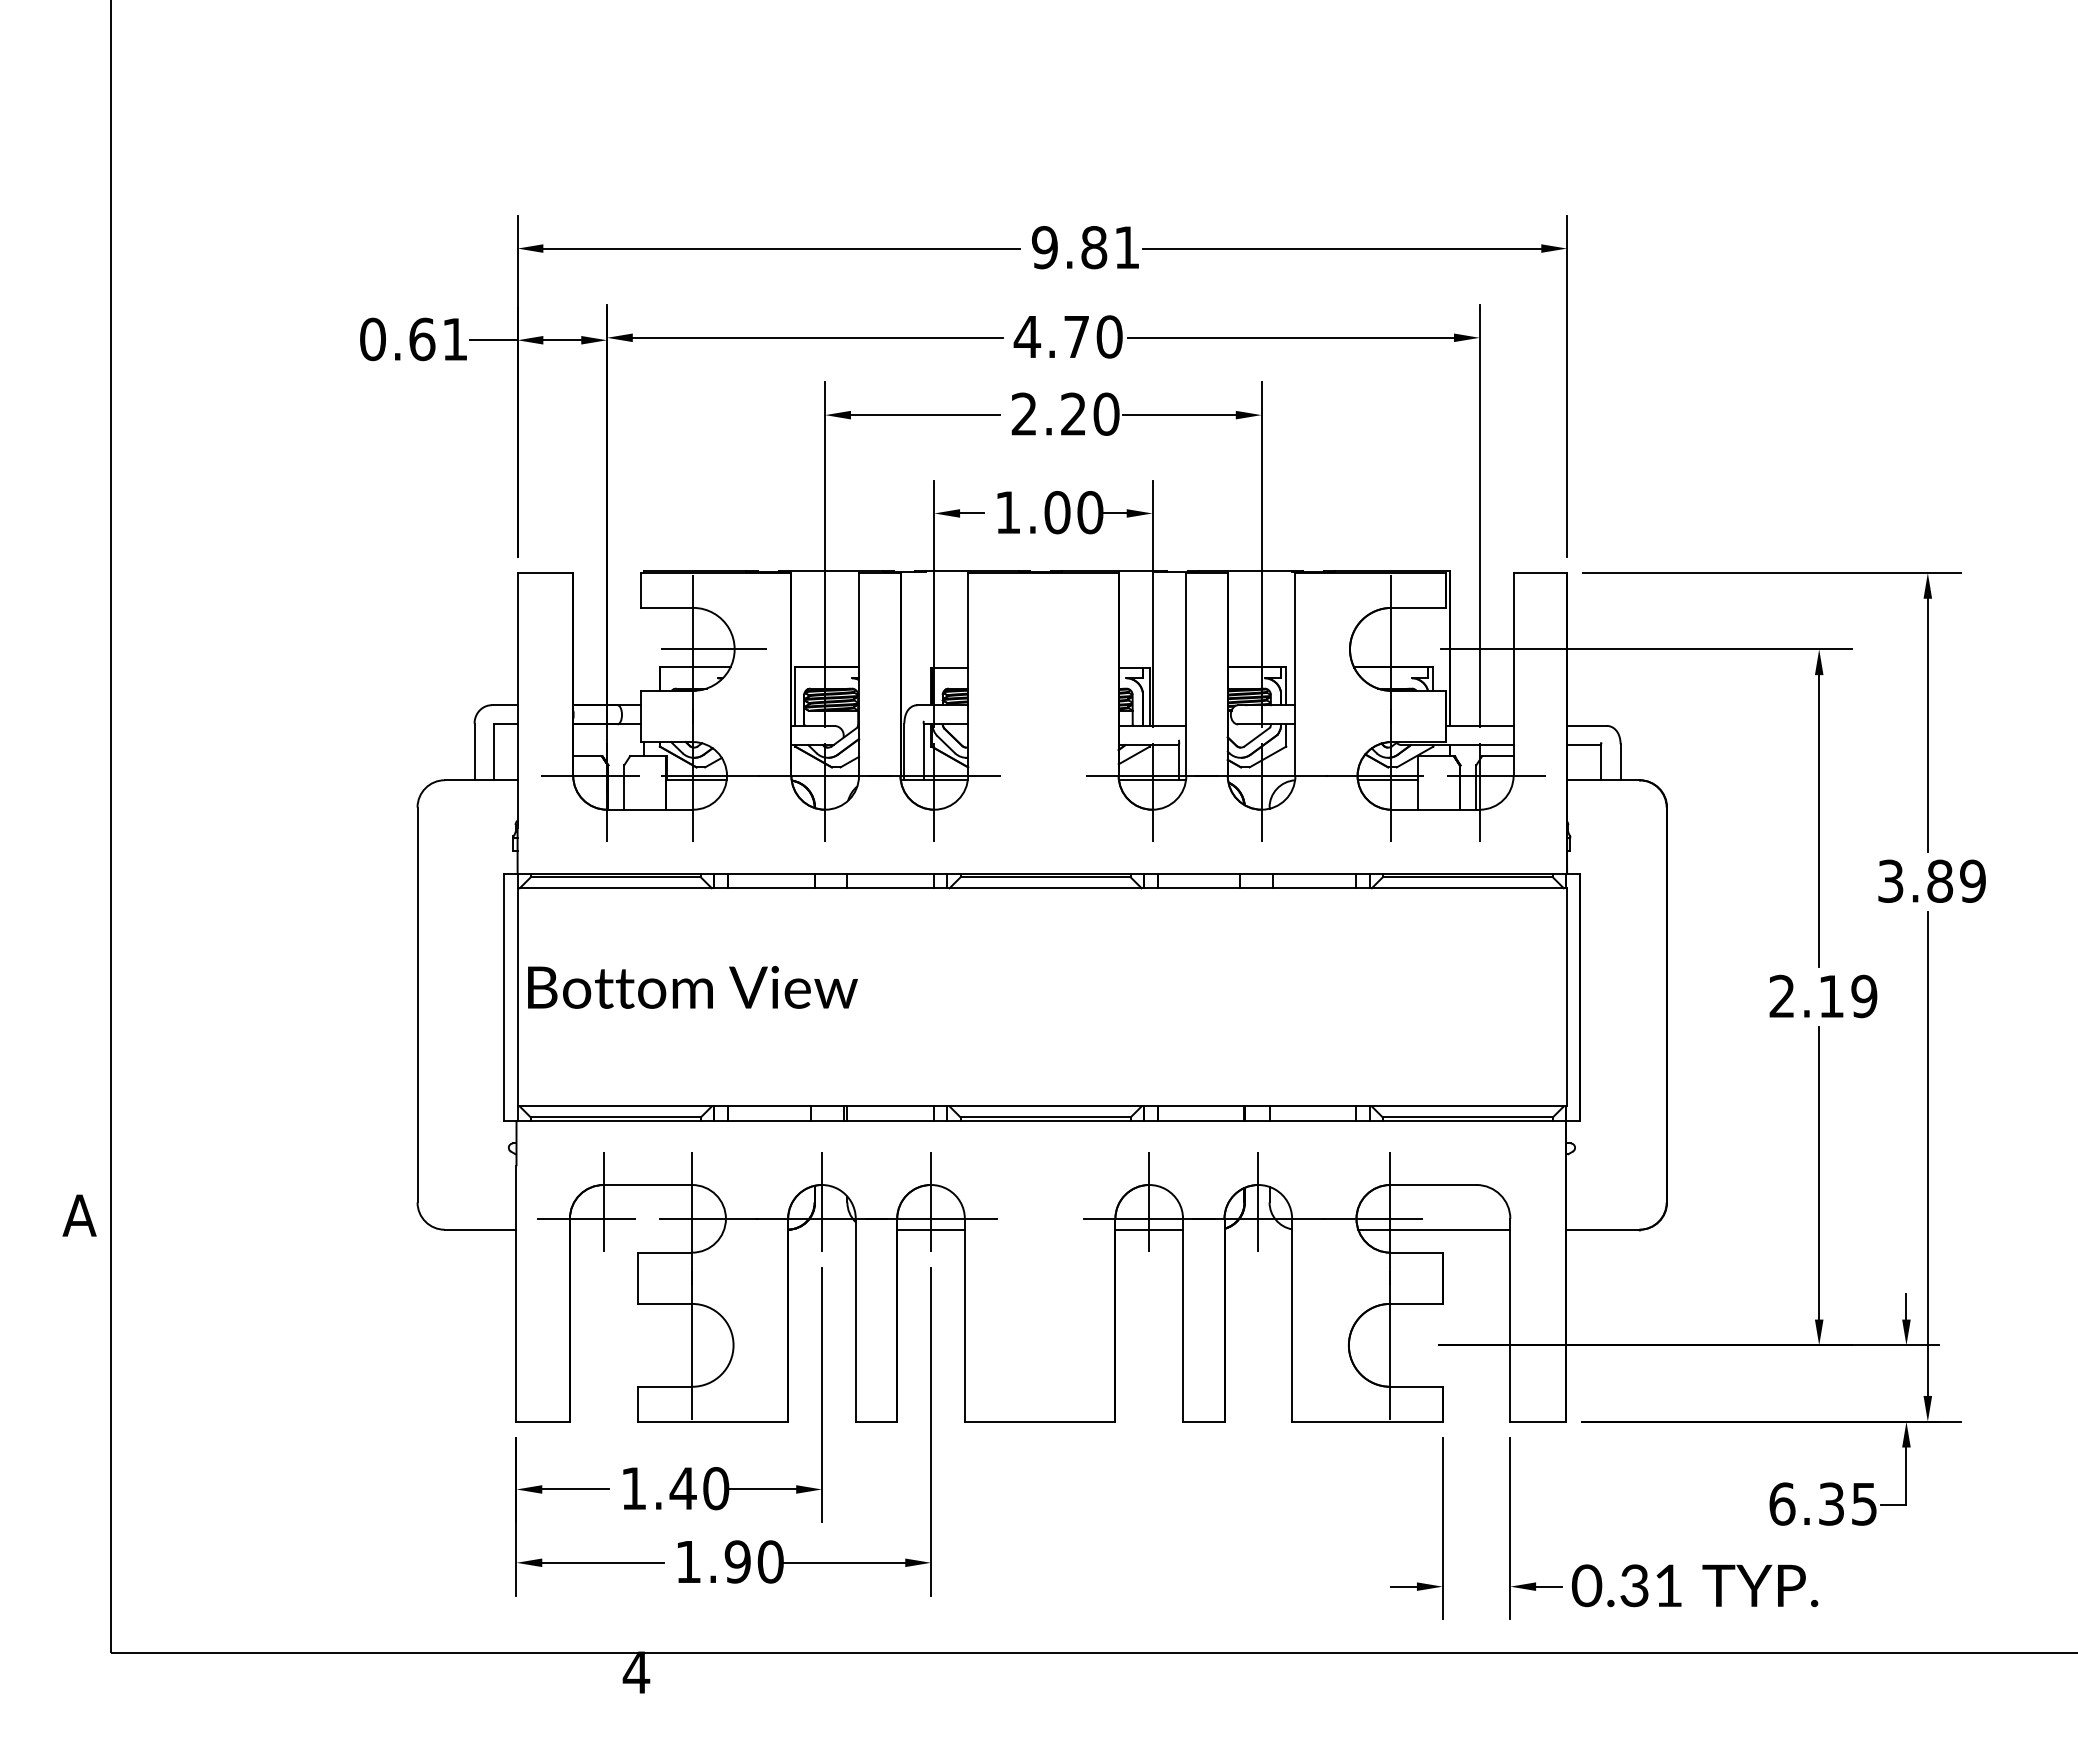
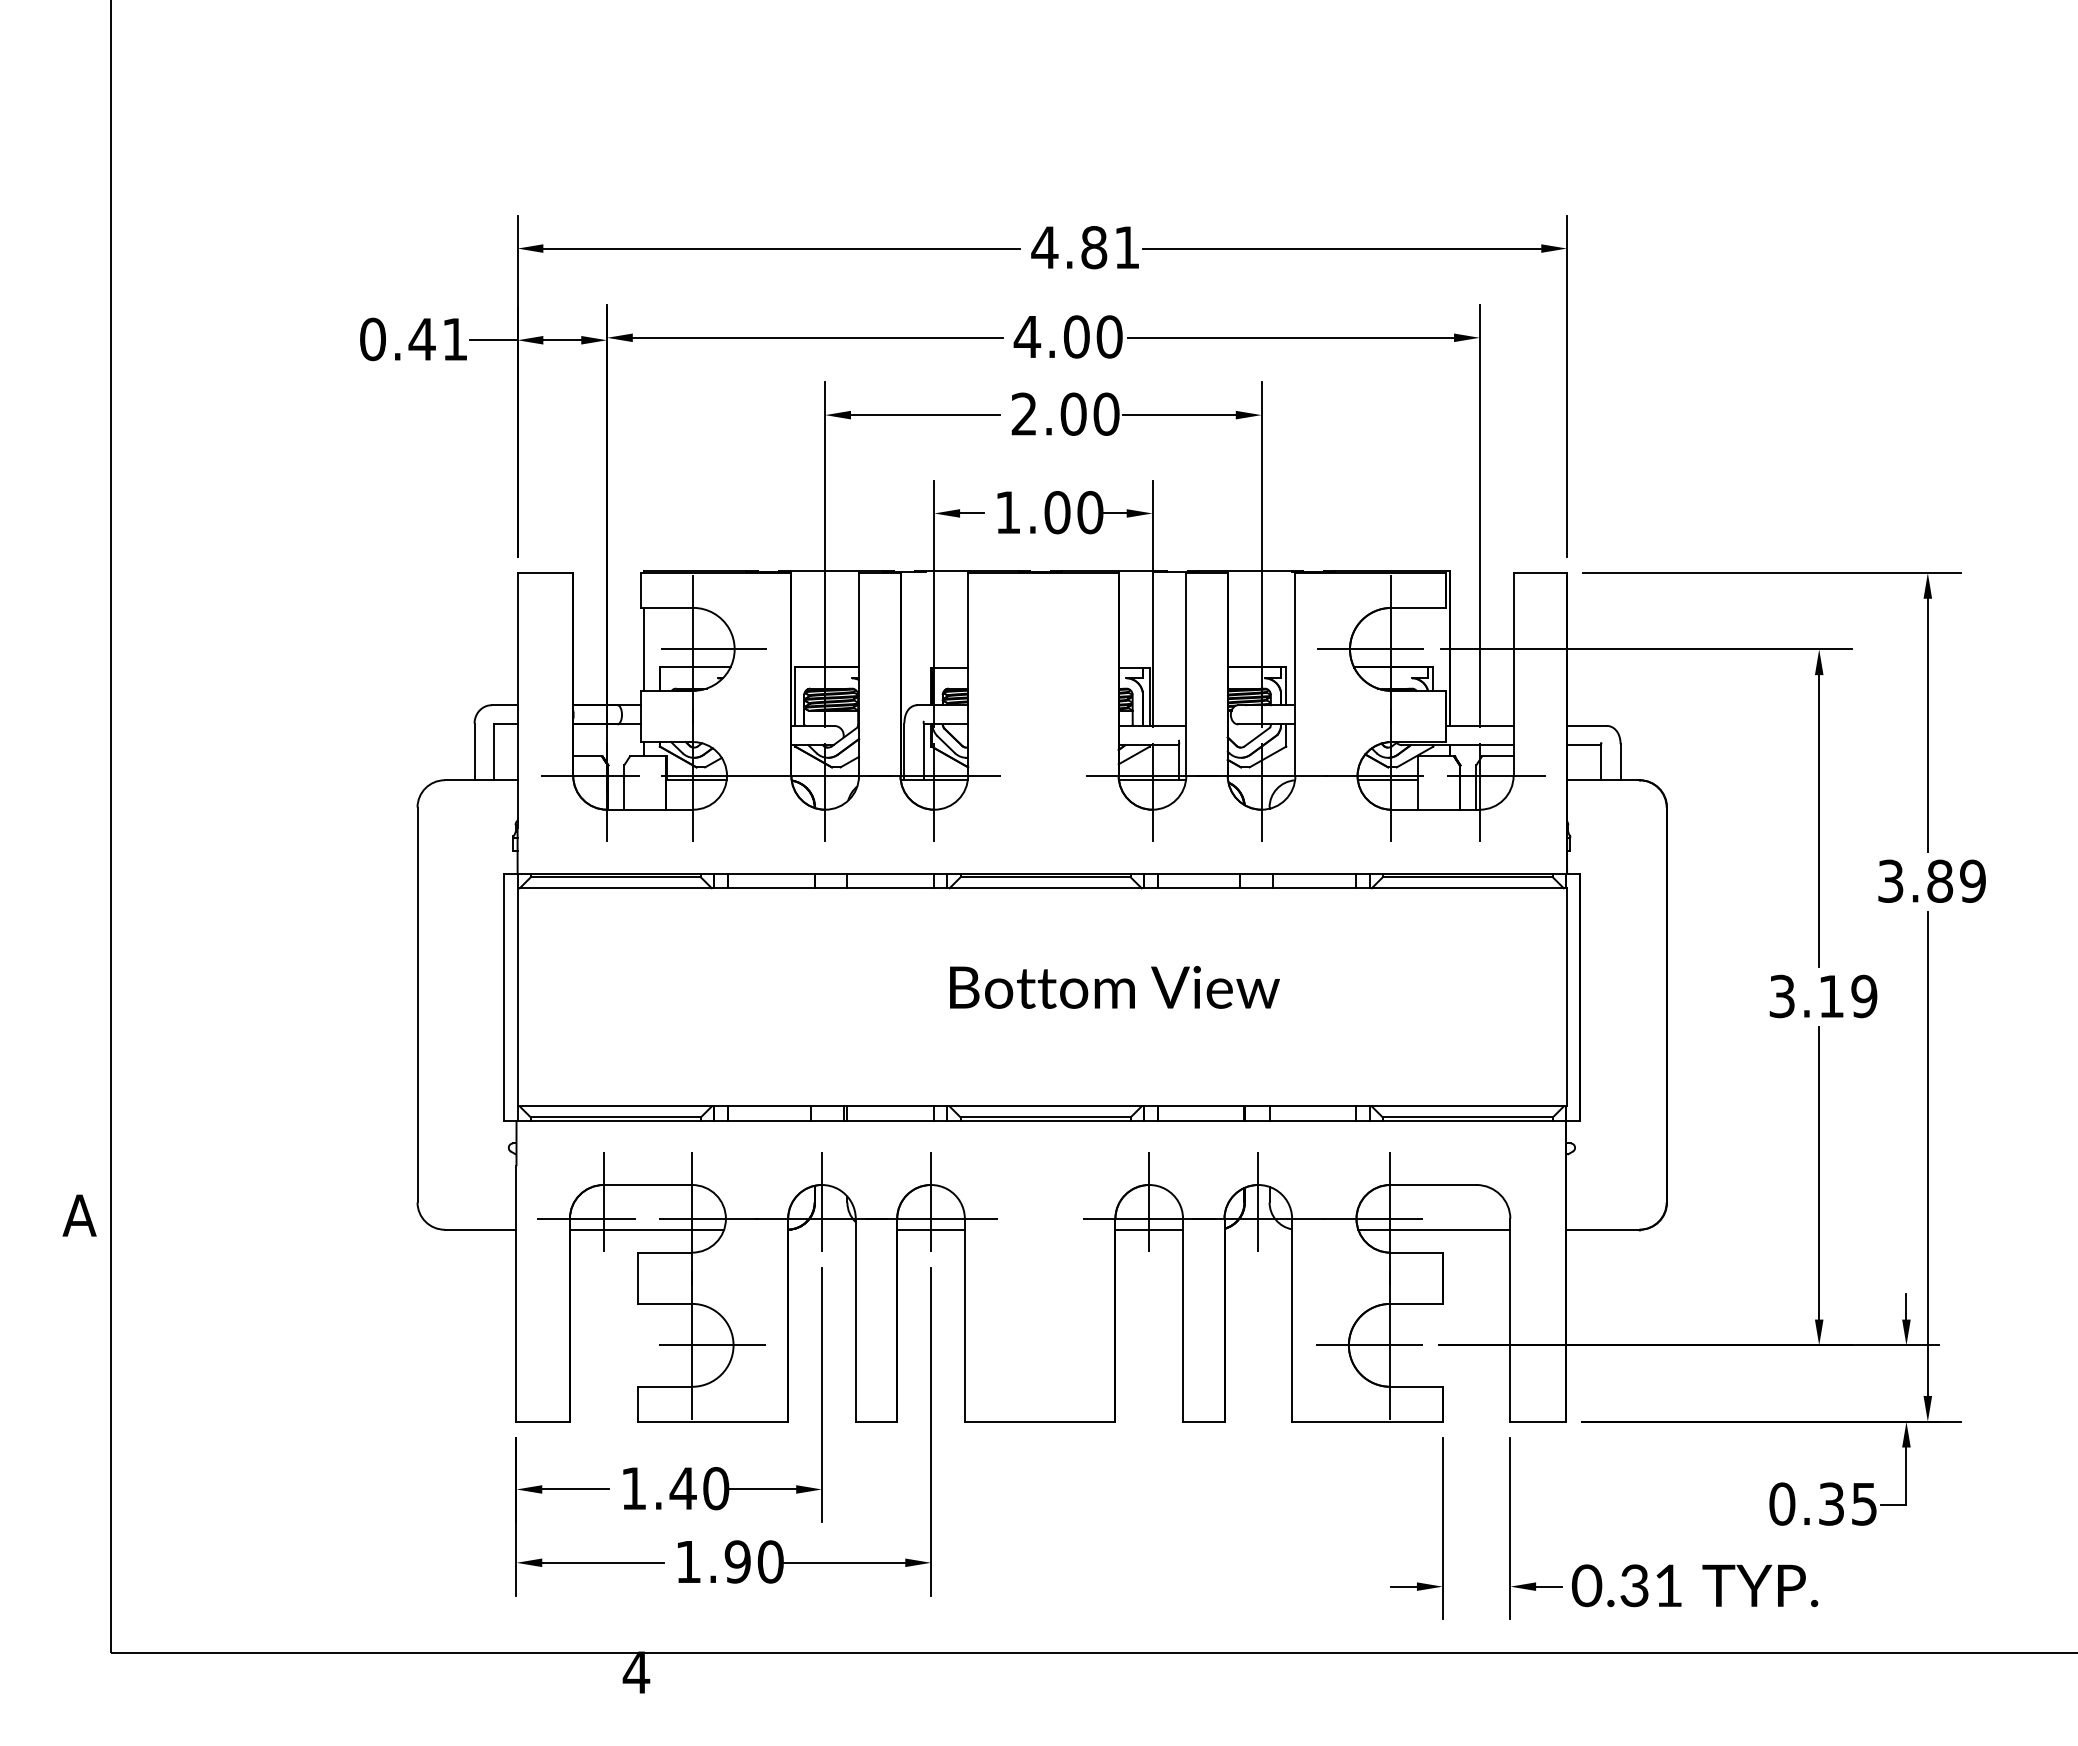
text at (1044, 247): 9.81 -> 4.81
text at (1076, 336): 4.70 -> 4.00
text at (421, 339): 0.61 -> 0.41
text at (1073, 413): 2.20 -> 2.00
line at (644, 648): none -> present
line at (1370, 649): none -> present
text at (692, 987) position: (692, 987) -> (1114, 987)
text at (1781, 996): 2.19 -> 3.19
line at (646, 1229): none -> present
line at (712, 1345): none -> present
line at (1369, 1345): none -> present
text at (1782, 1503): 6.35 -> 0.35
